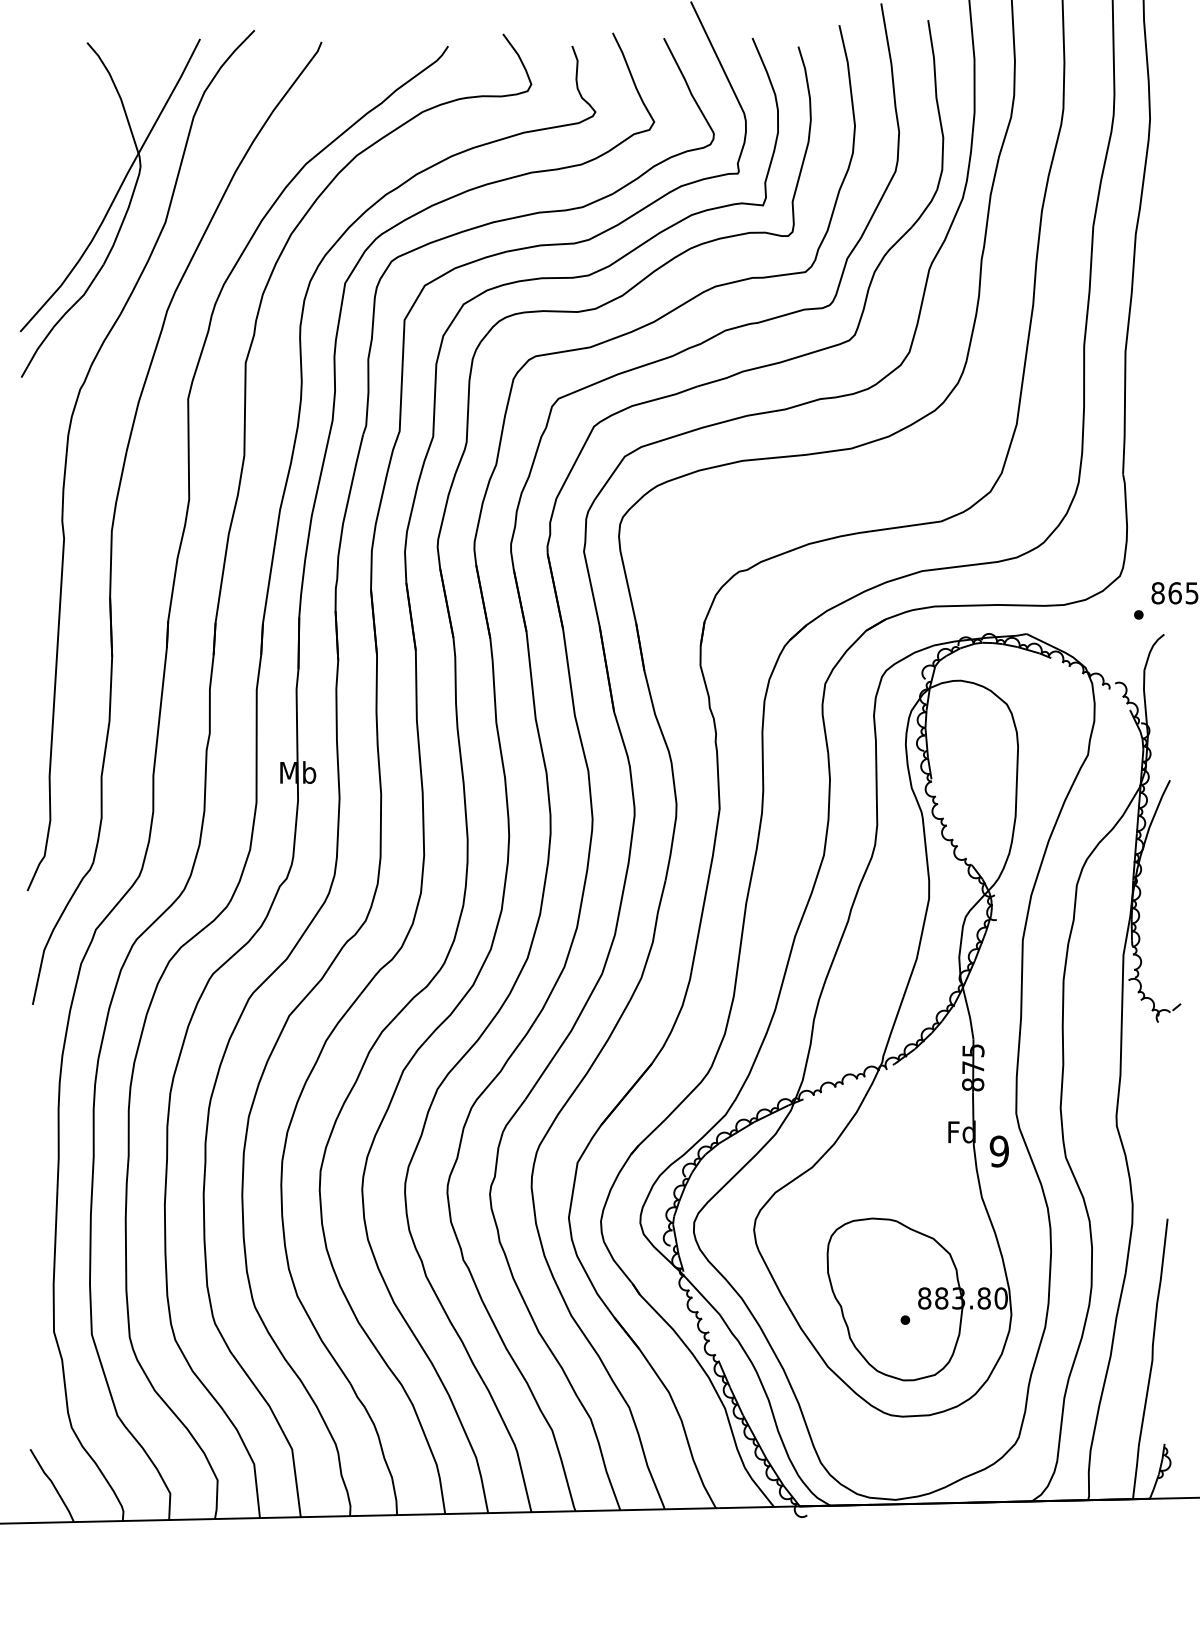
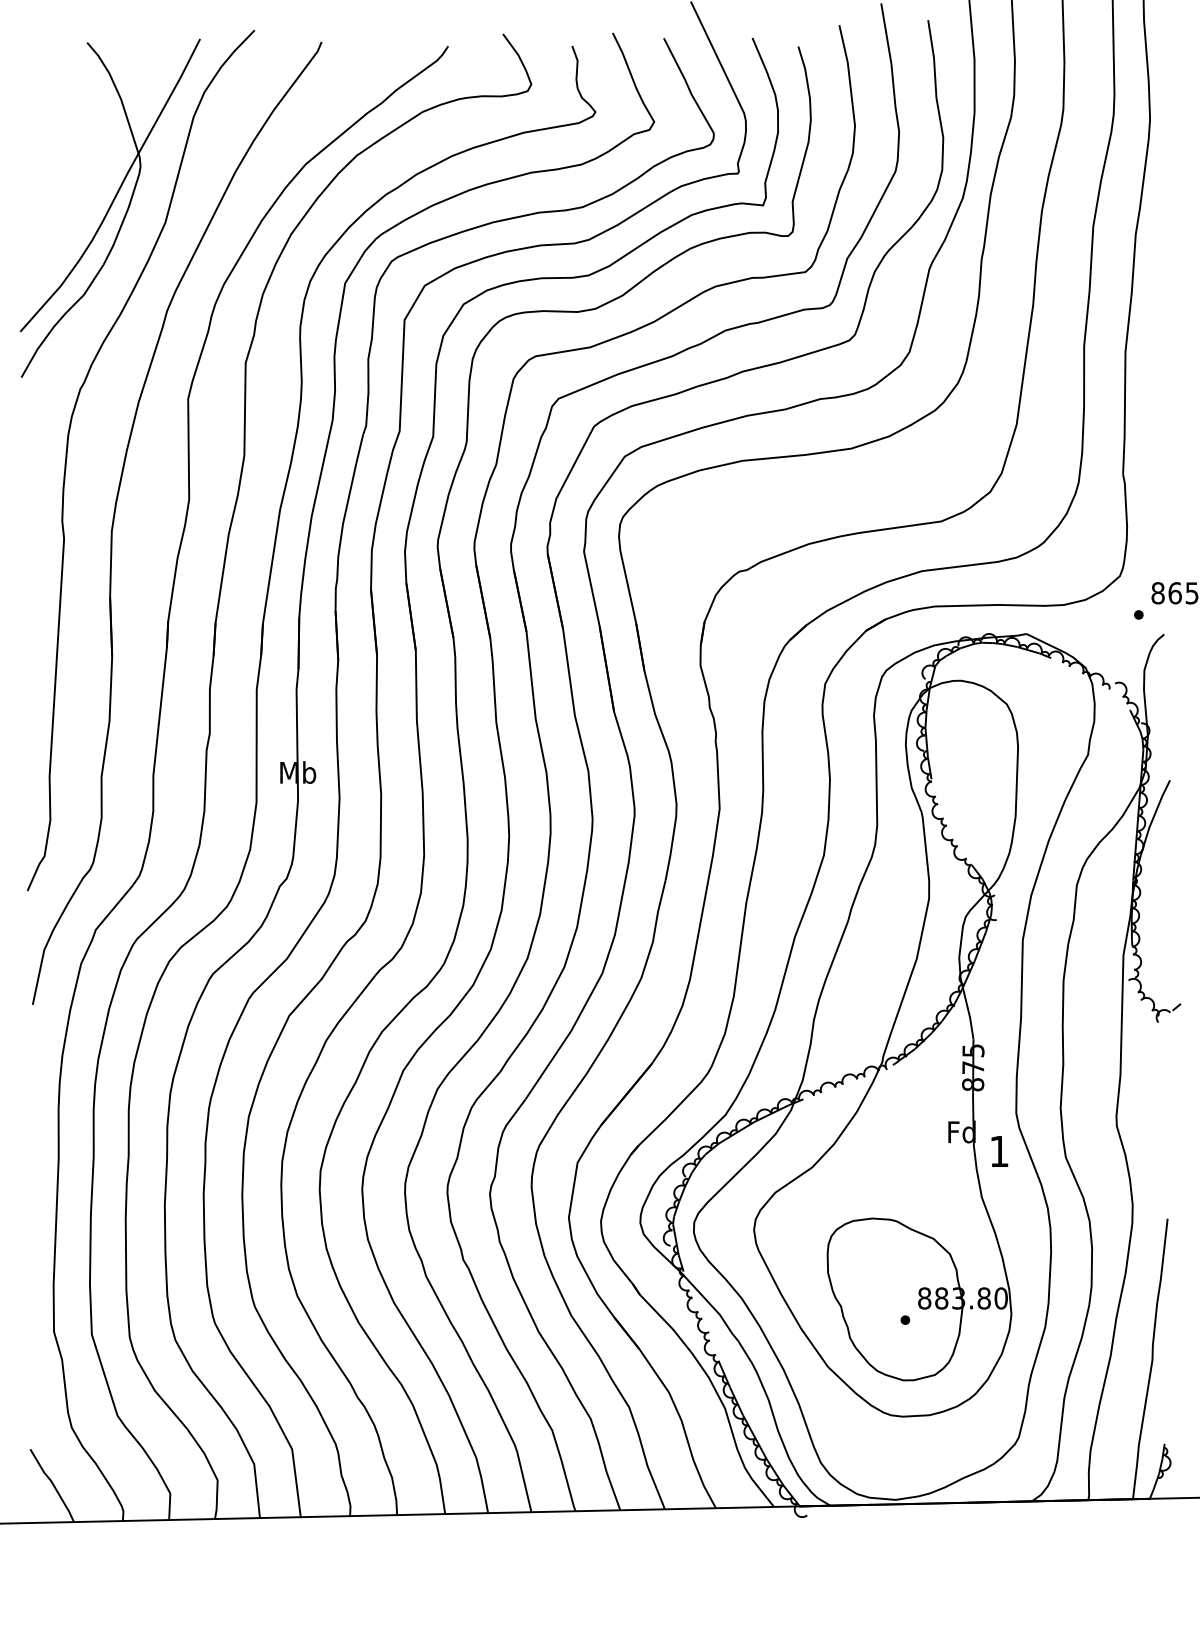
text at (998, 1151): 9 -> 1
